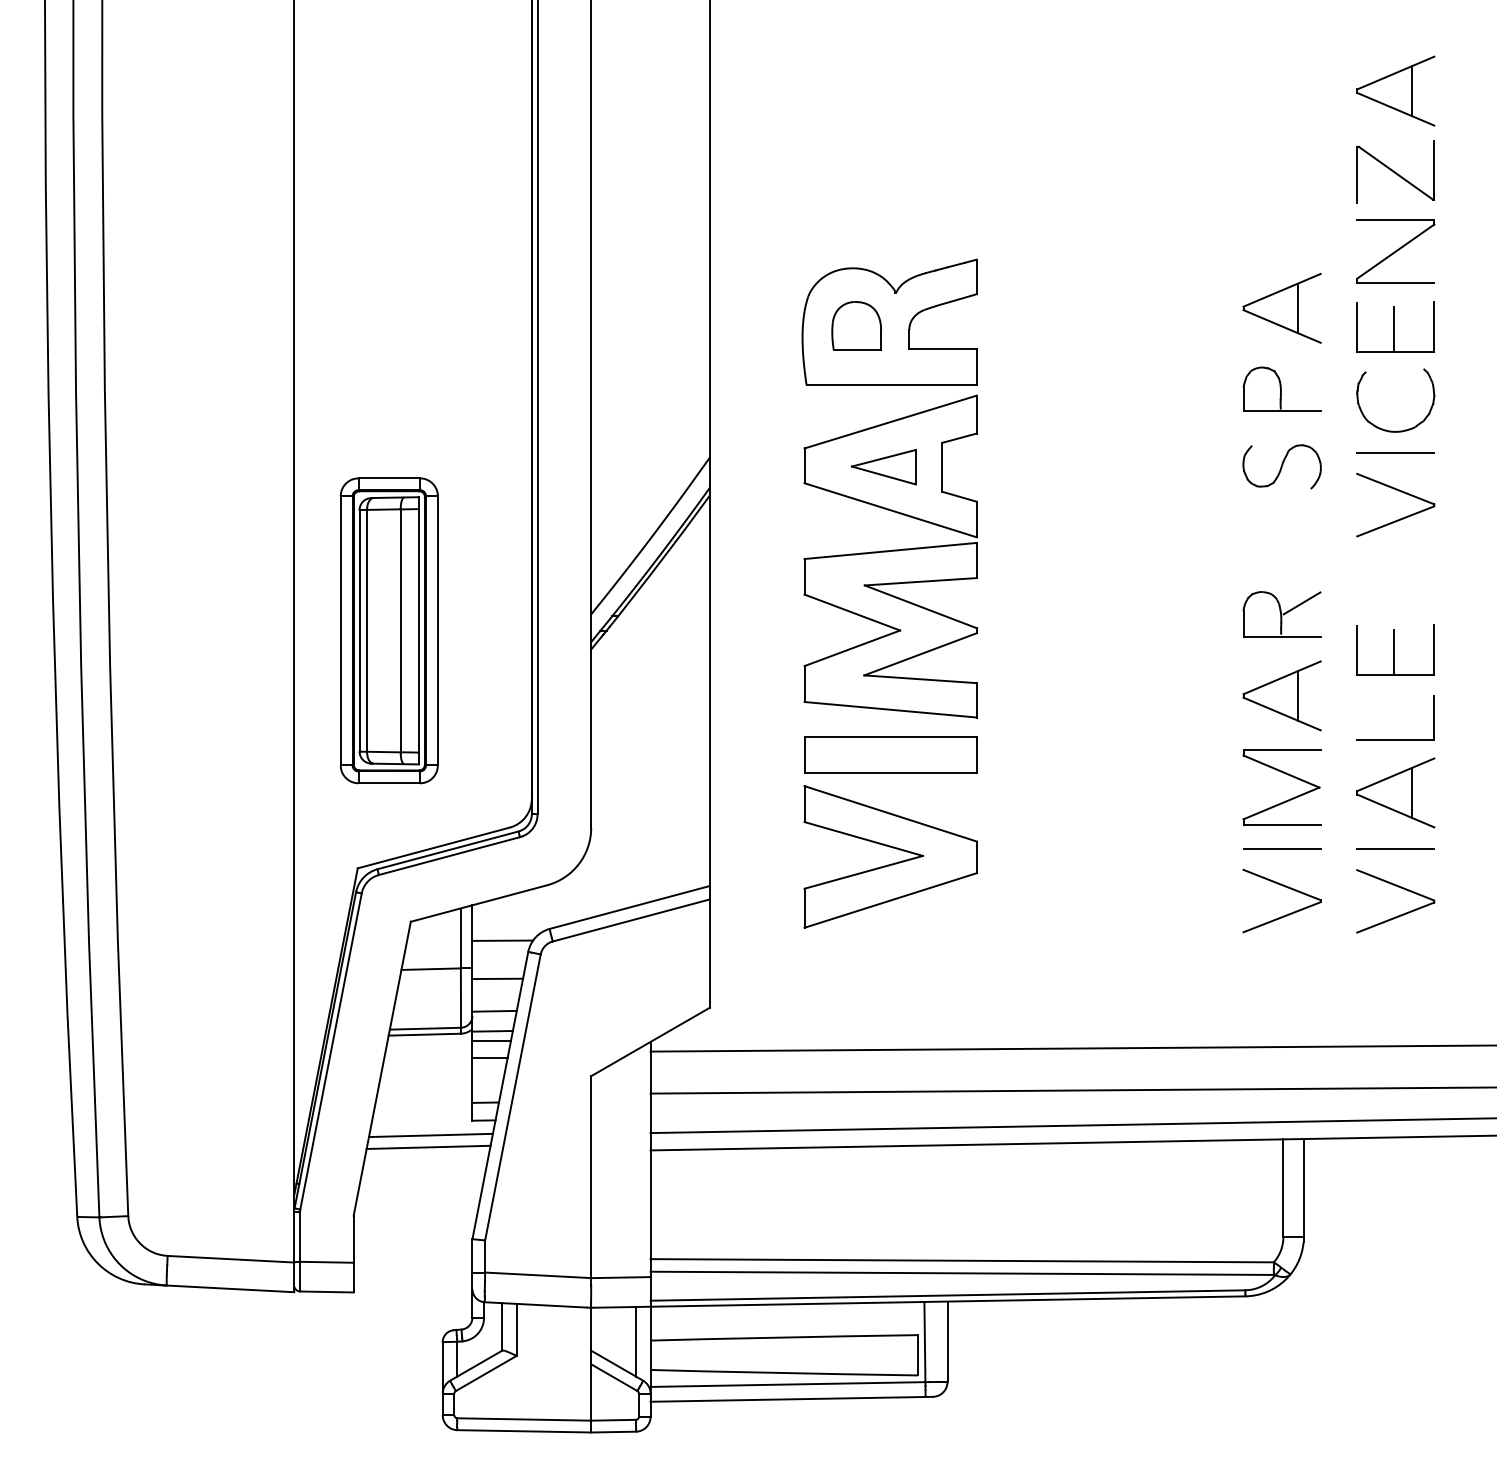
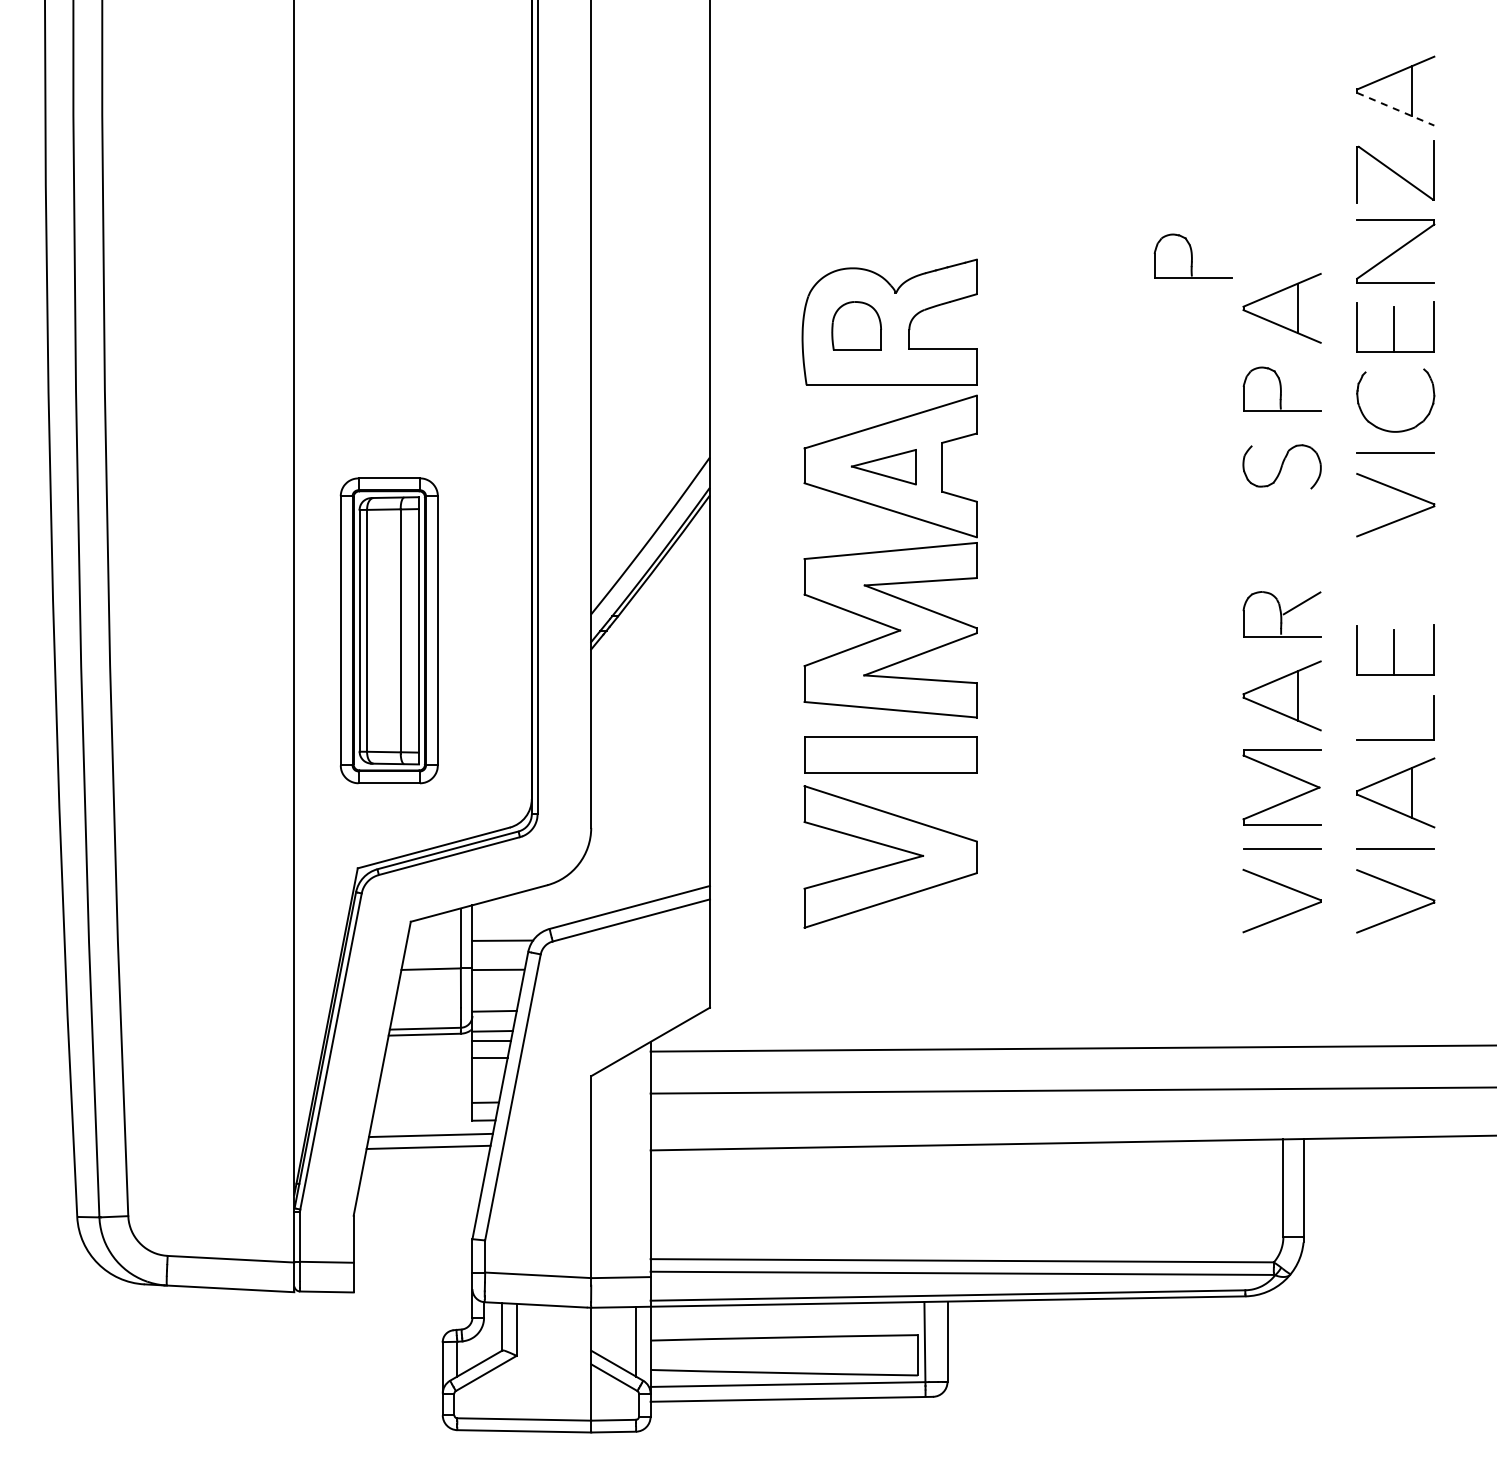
line at (1395, 109): solid -> dashed
part at (1192, 255): none -> present
line at (497, 978) position: (497, 978) -> (497, 969)
line at (1071, 1125): present -> none
